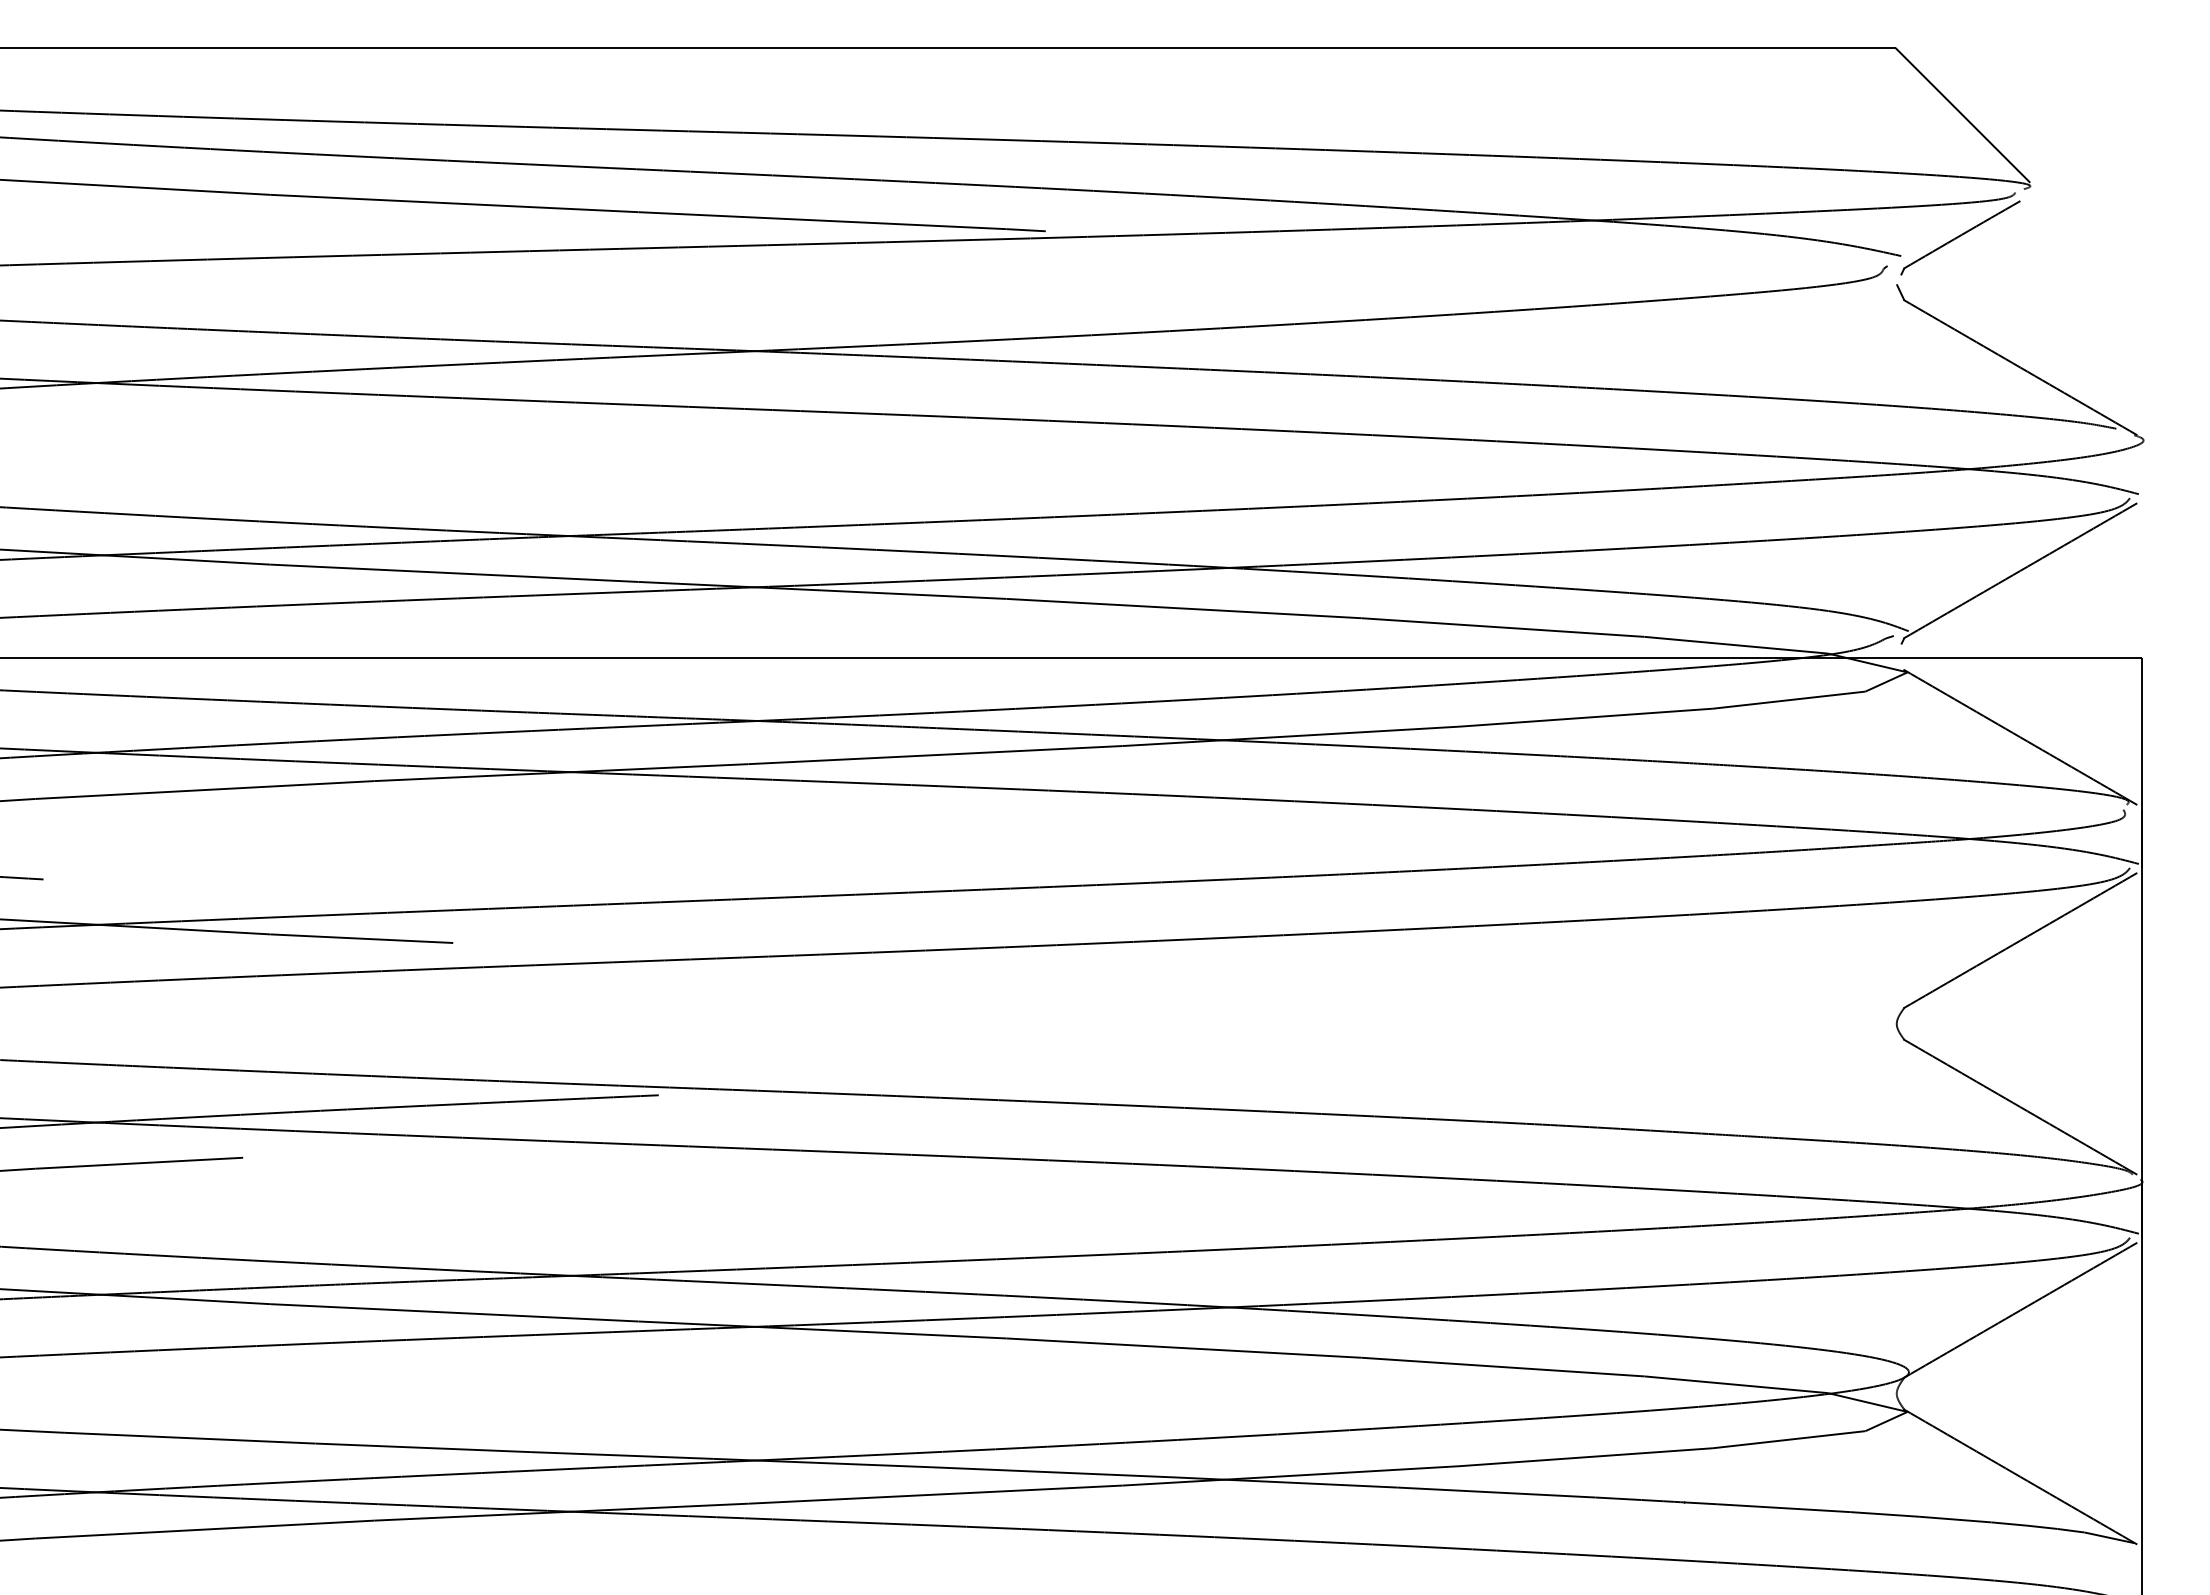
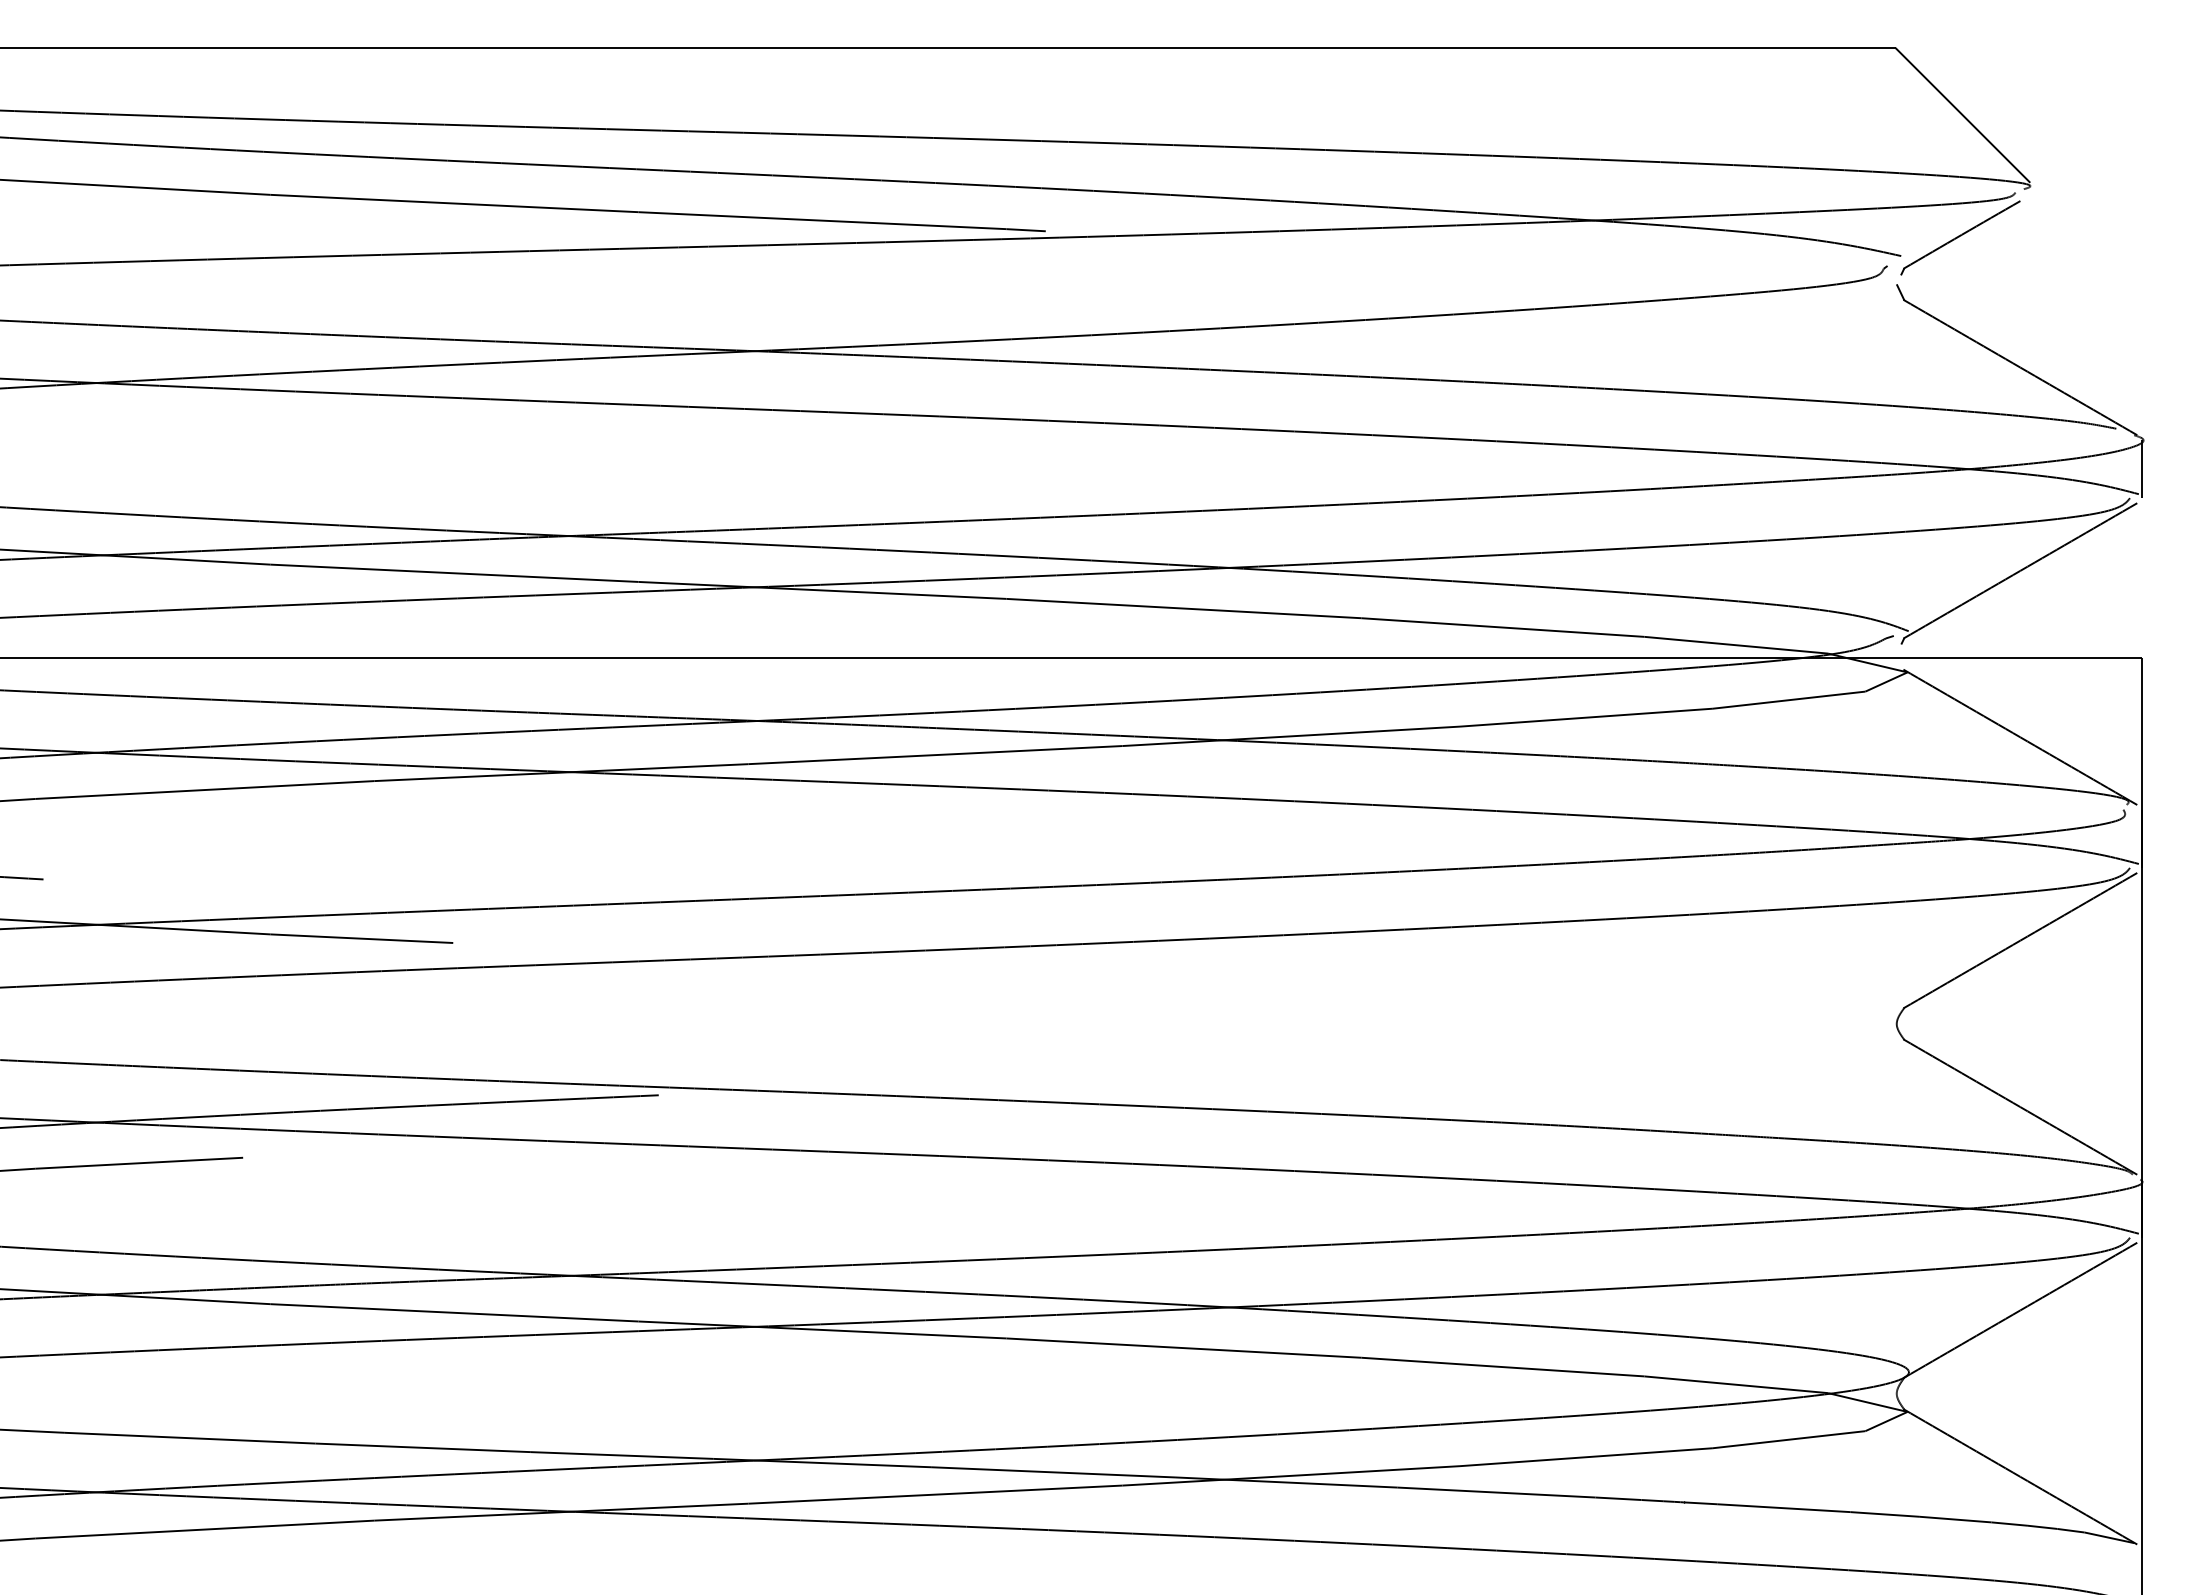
line at (2142, 469): none -> present
